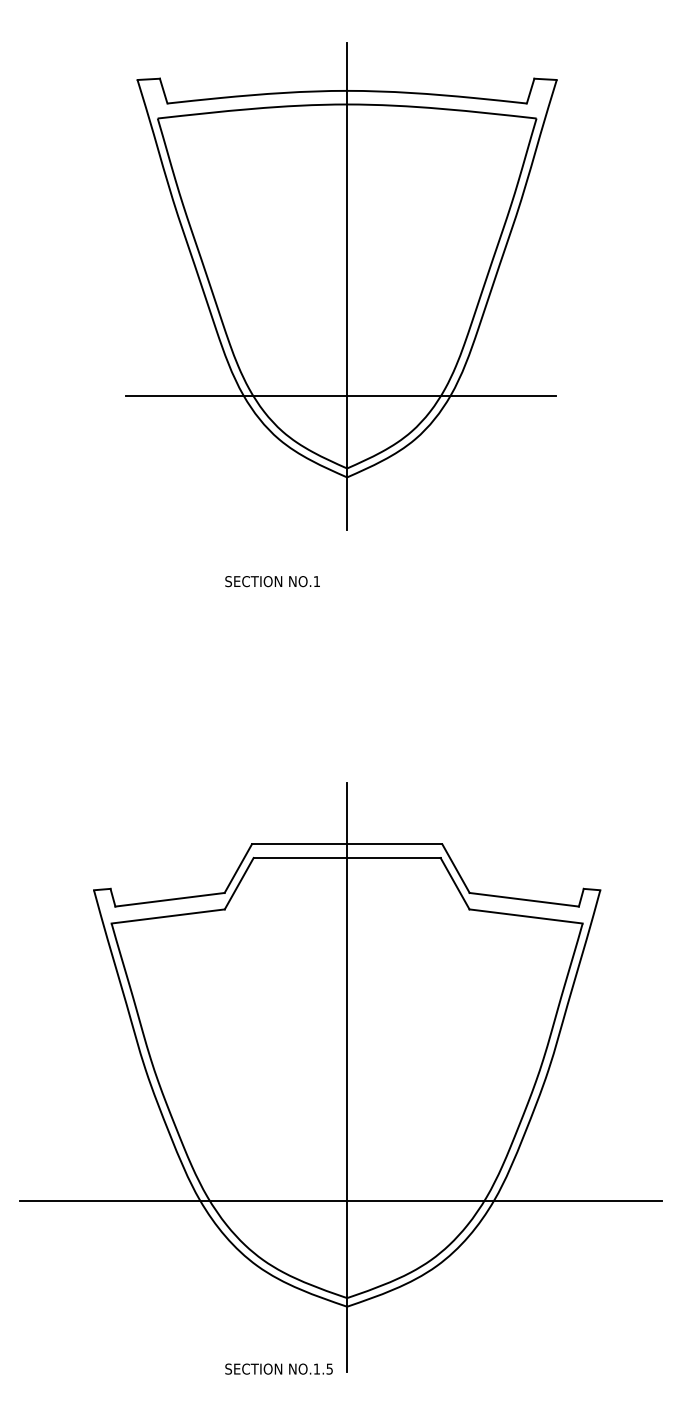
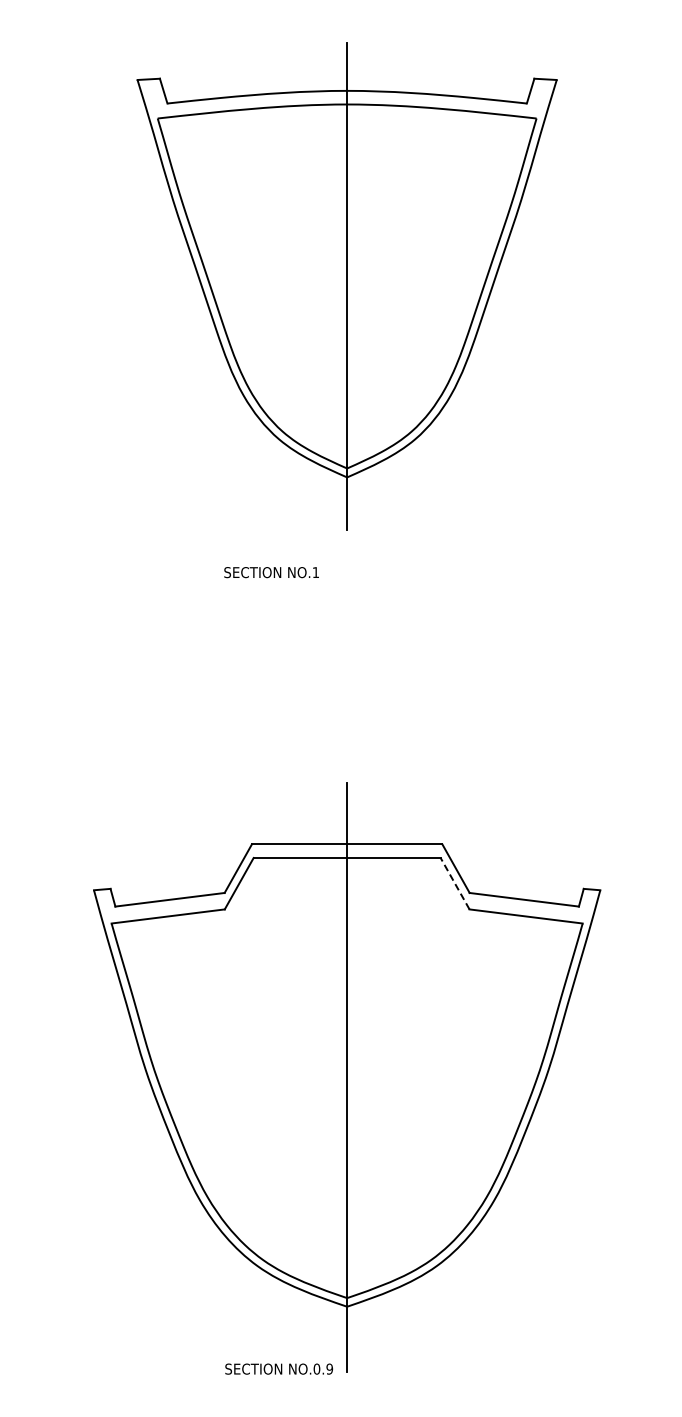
line at (341, 395): present -> none
text at (272, 581) position: (272, 581) -> (271, 572)
line at (454, 883): solid -> dashed
line at (340, 1200): present -> none
text at (323, 1368): NO.1.5 -> NO.0.9
